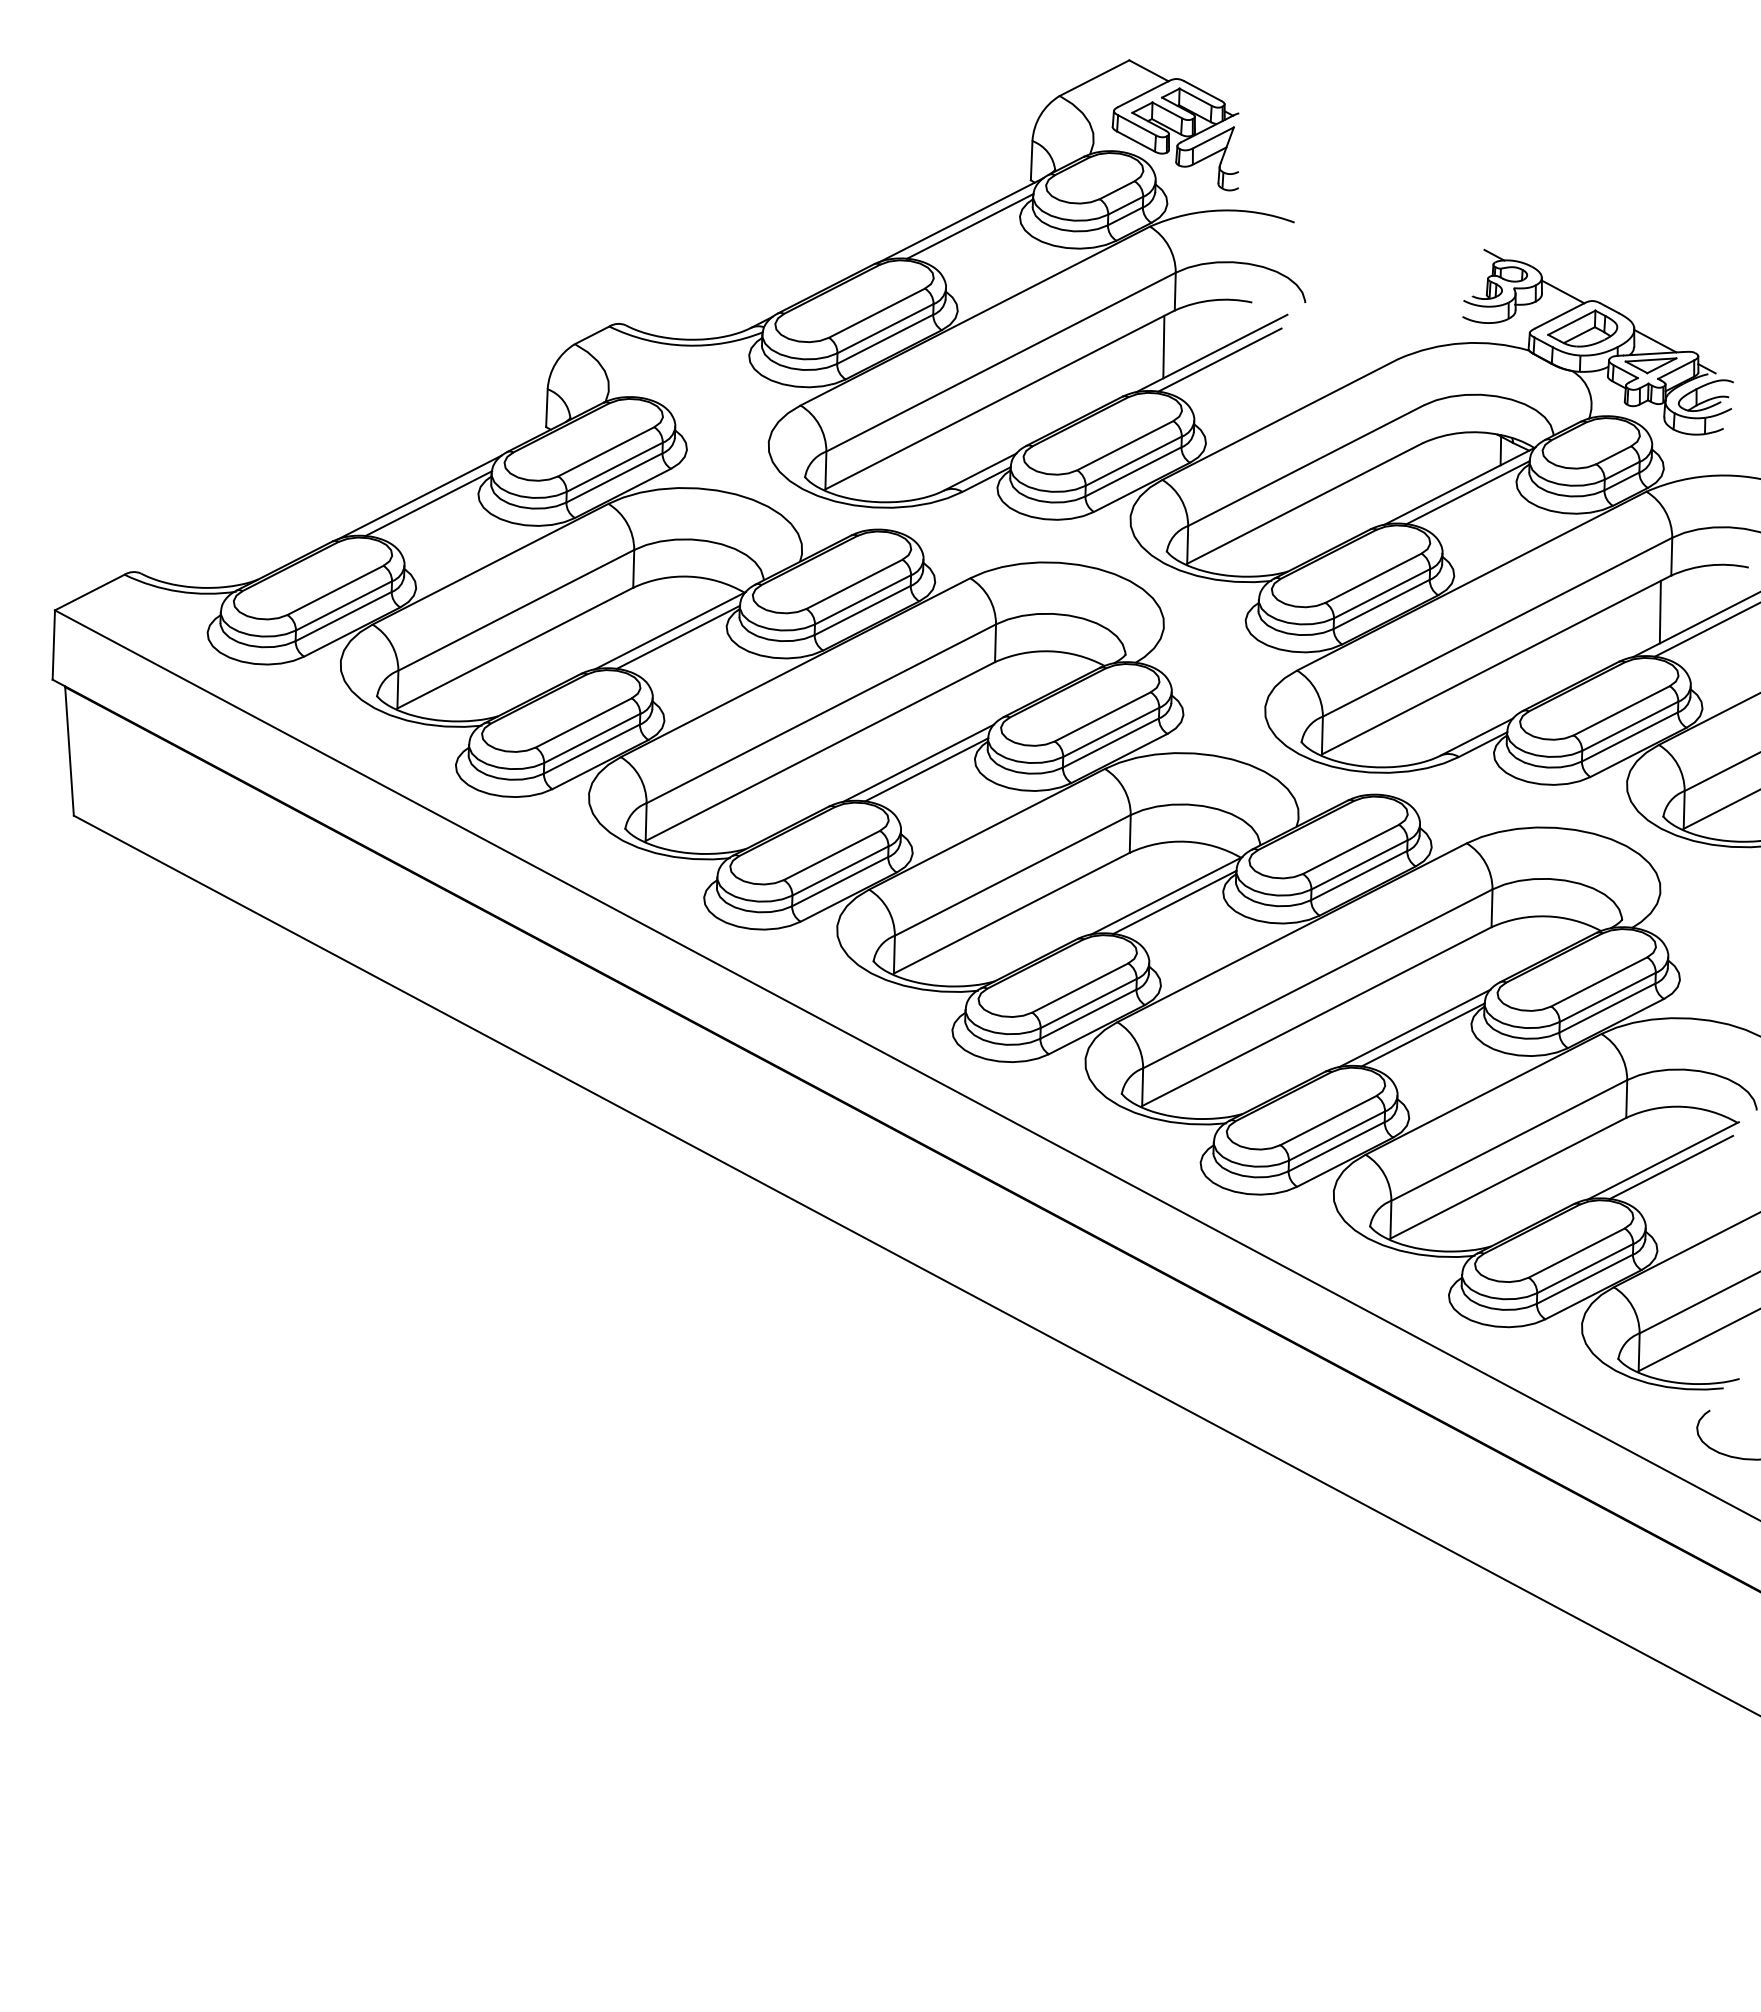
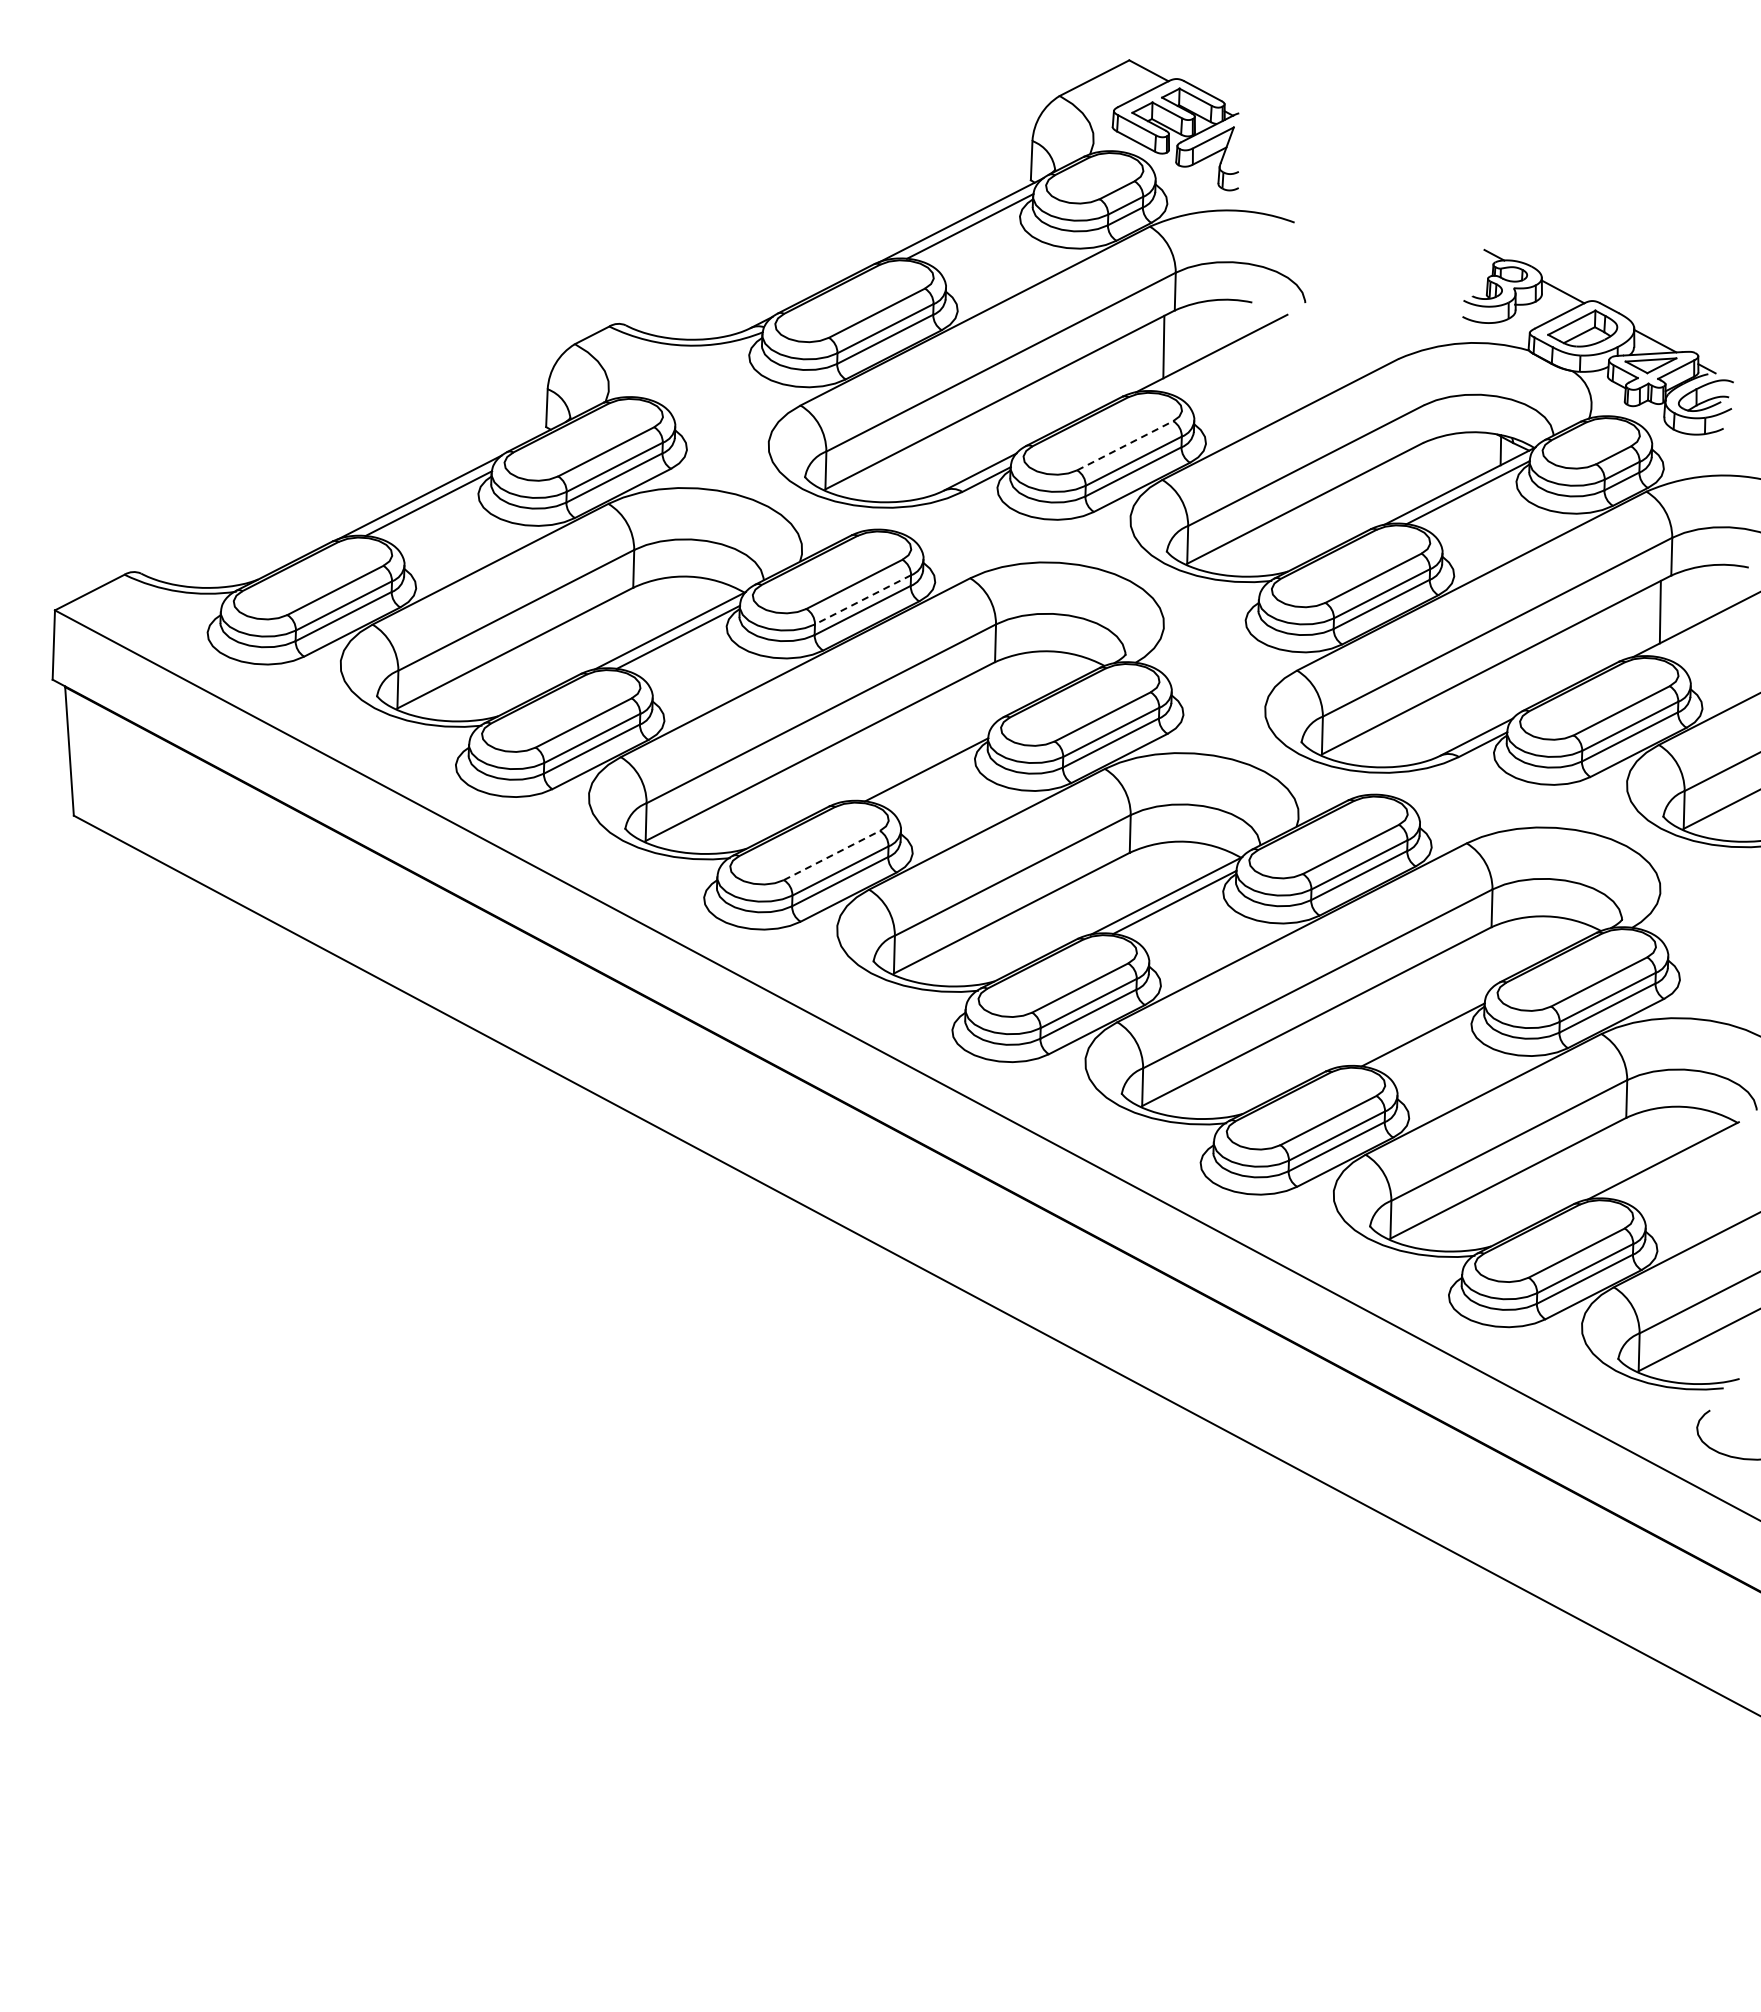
line at (1219, 359): present -> none
line at (1125, 445): solid -> dashed
line at (863, 599): solid -> dashed
line at (1705, 630): present -> none
line at (918, 763): present -> none
line at (831, 855): solid -> dashed
line at (1414, 1028): present -> none
line at (1671, 1167): present -> none
